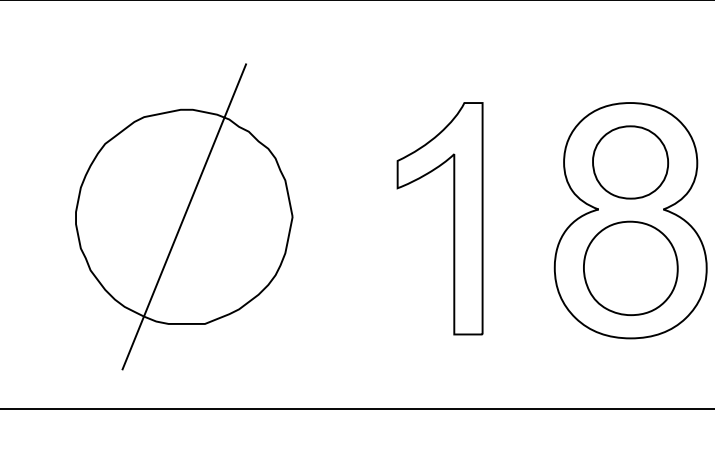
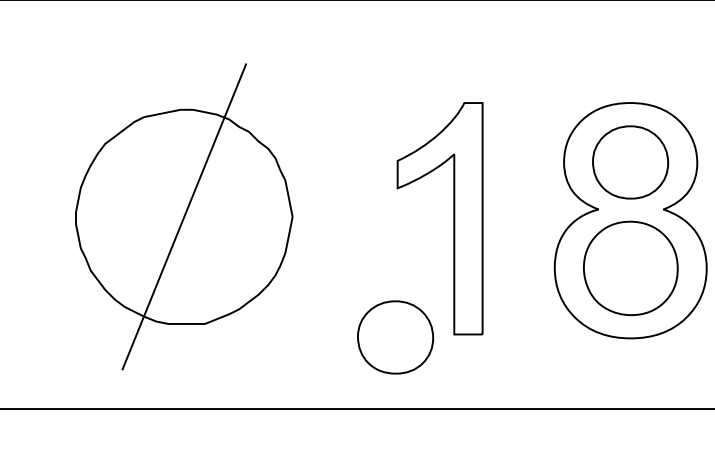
part at (395, 337): none -> present
